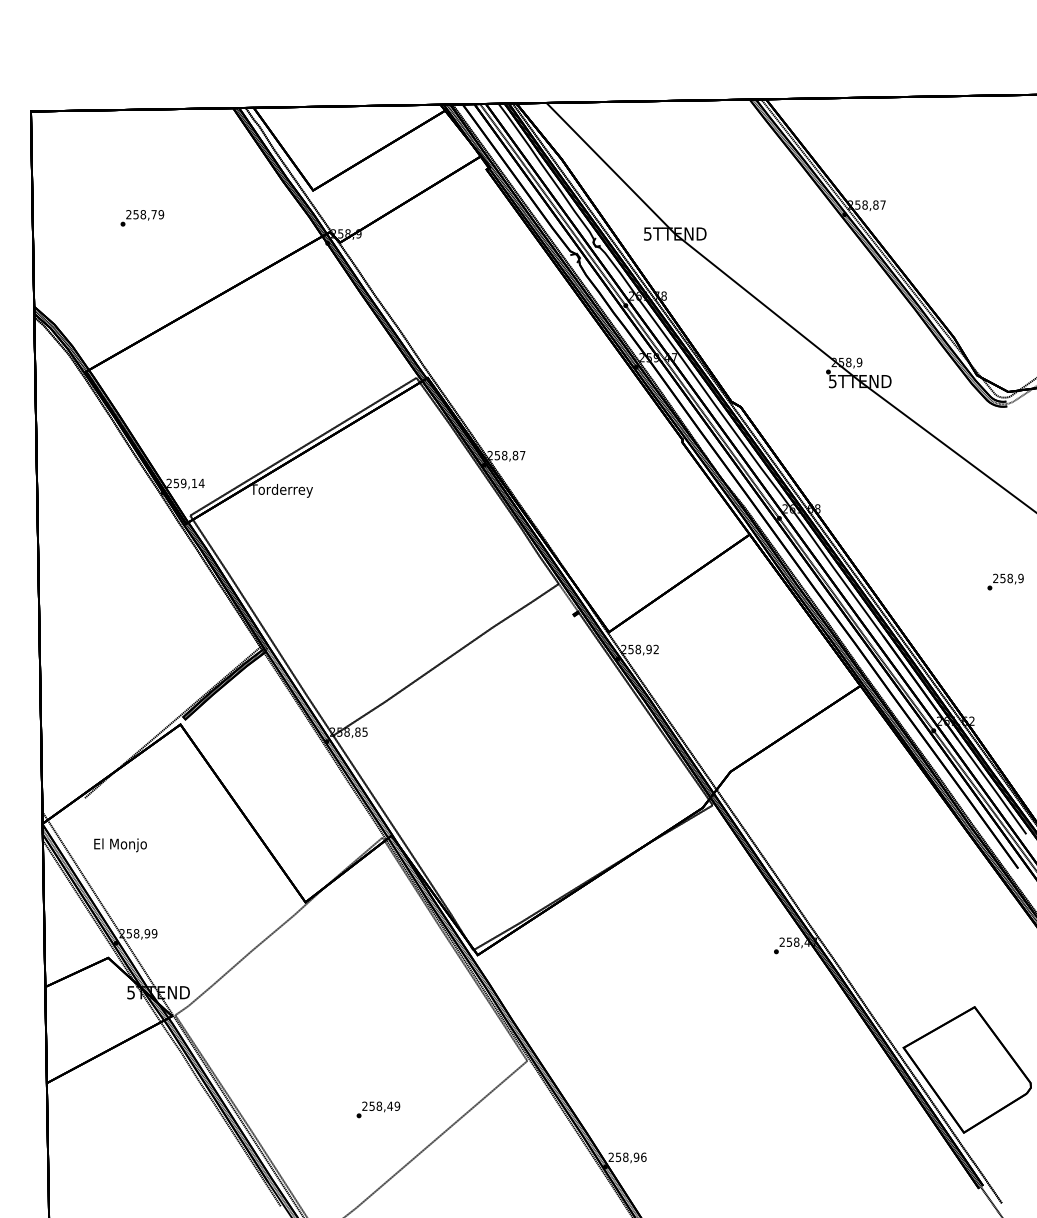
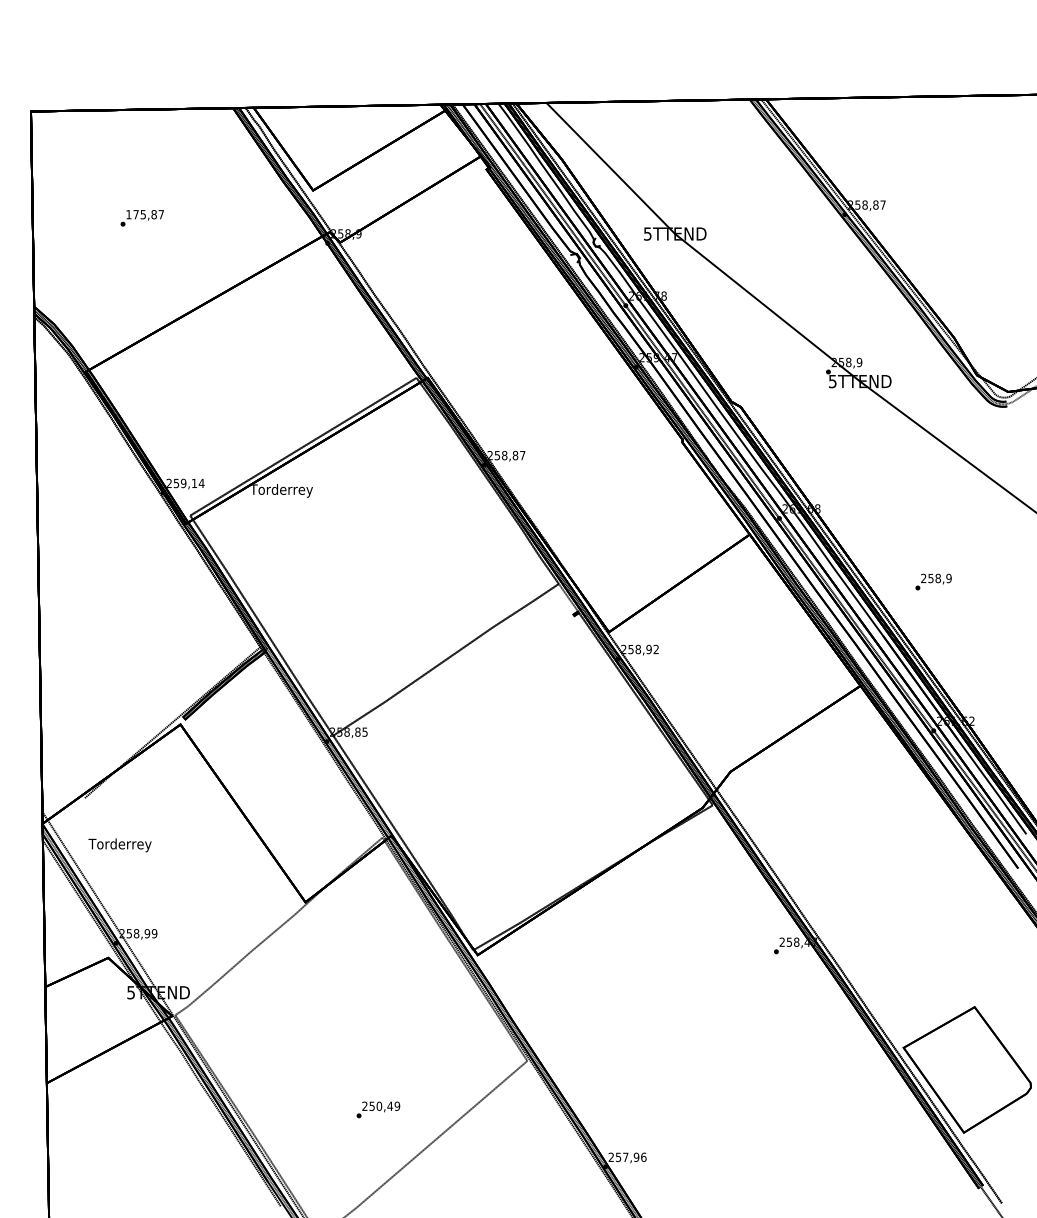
text at (145, 214): 258,79 -> 175,87
text at (1005, 581) position: (1005, 581) -> (933, 581)
text at (119, 845): El Monjo -> Torderrey
text at (379, 1106): 258,49 -> 250,49
text at (625, 1156): 258,96 -> 257,96
